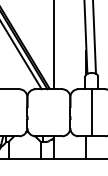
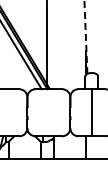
line at (85, 37): solid -> dashed
line at (94, 37): present -> none
line at (54, 45) position: (54, 45) -> (47, 45)
